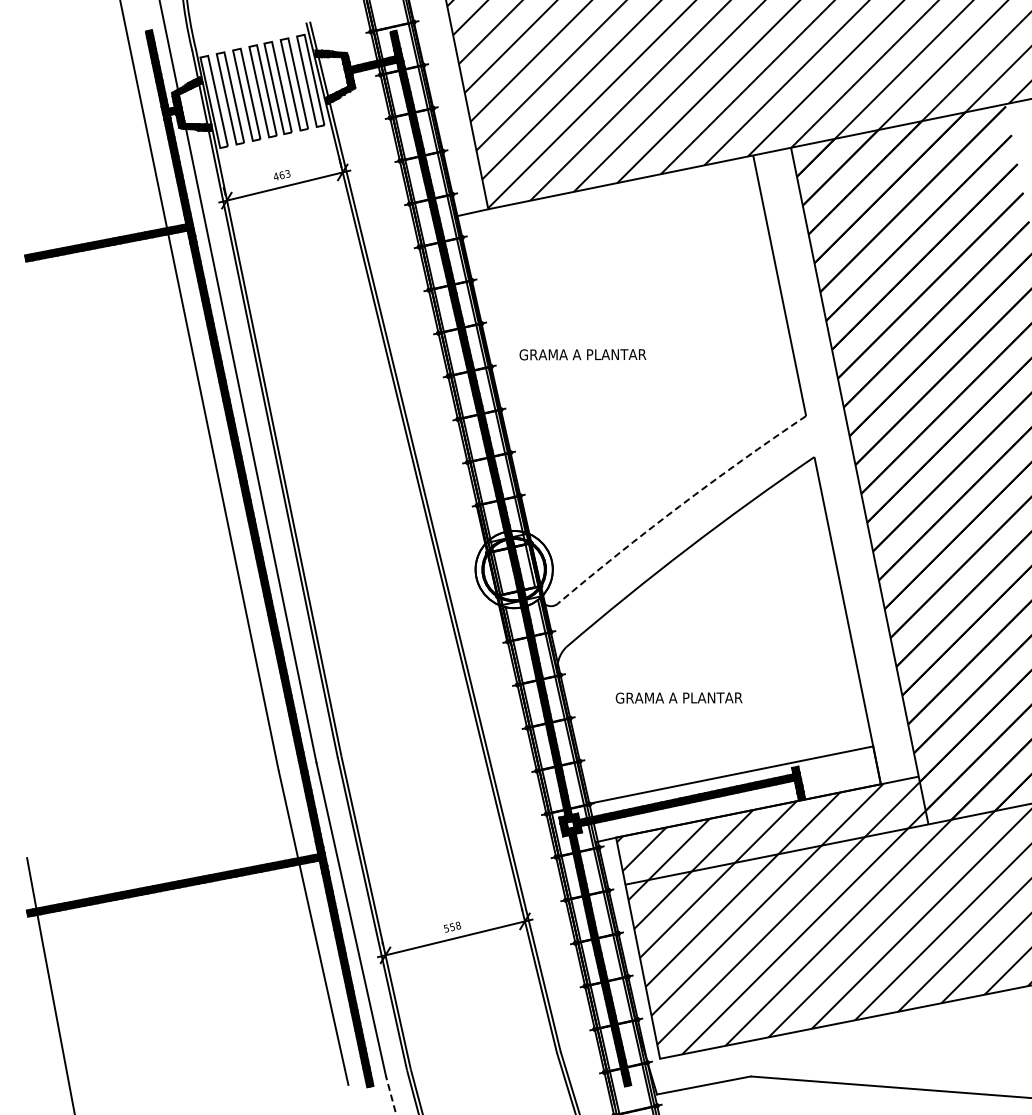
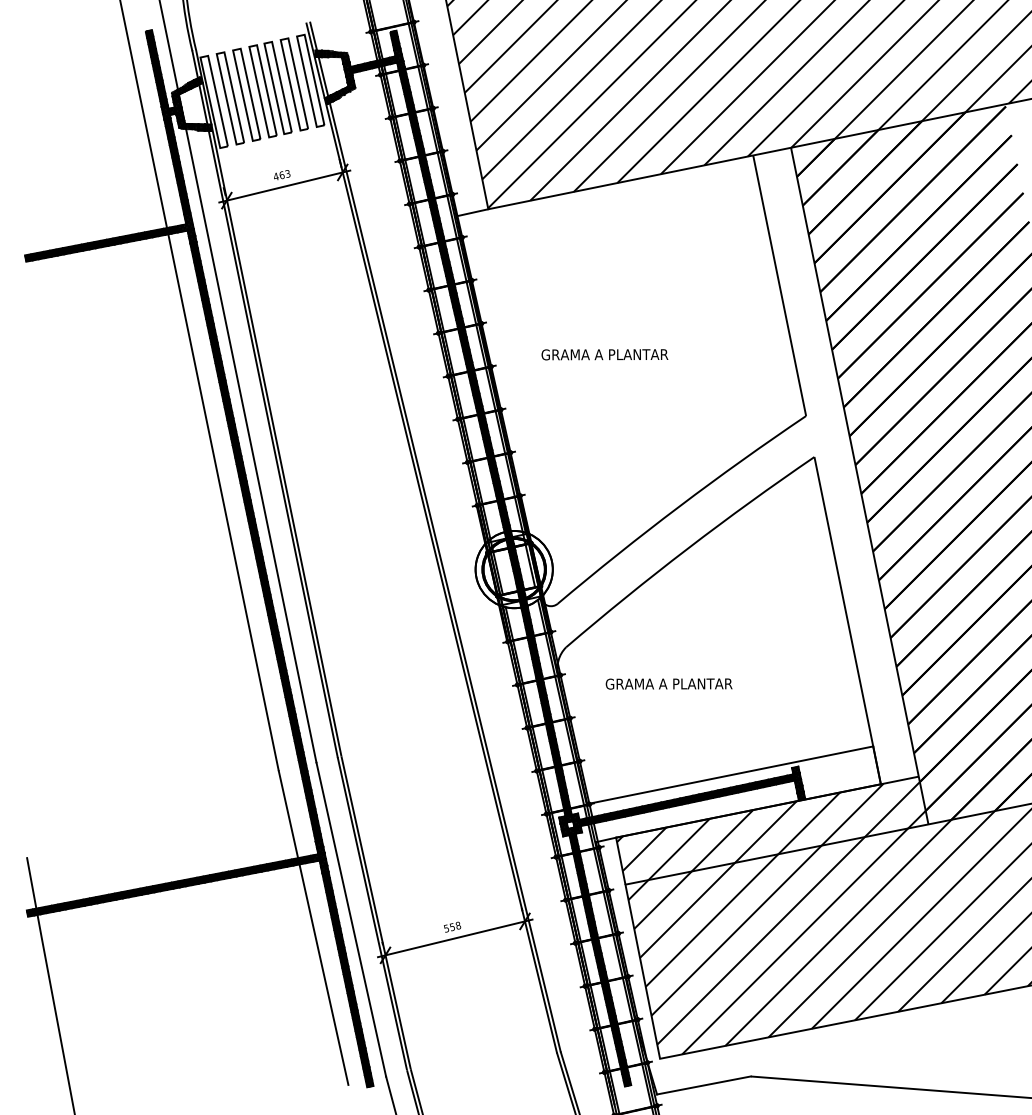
text at (582, 354) position: (582, 354) -> (604, 354)
arc at (679, 506): dashed -> solid
text at (678, 697) position: (678, 697) -> (668, 683)
line at (391, 1095): dashed -> solid
